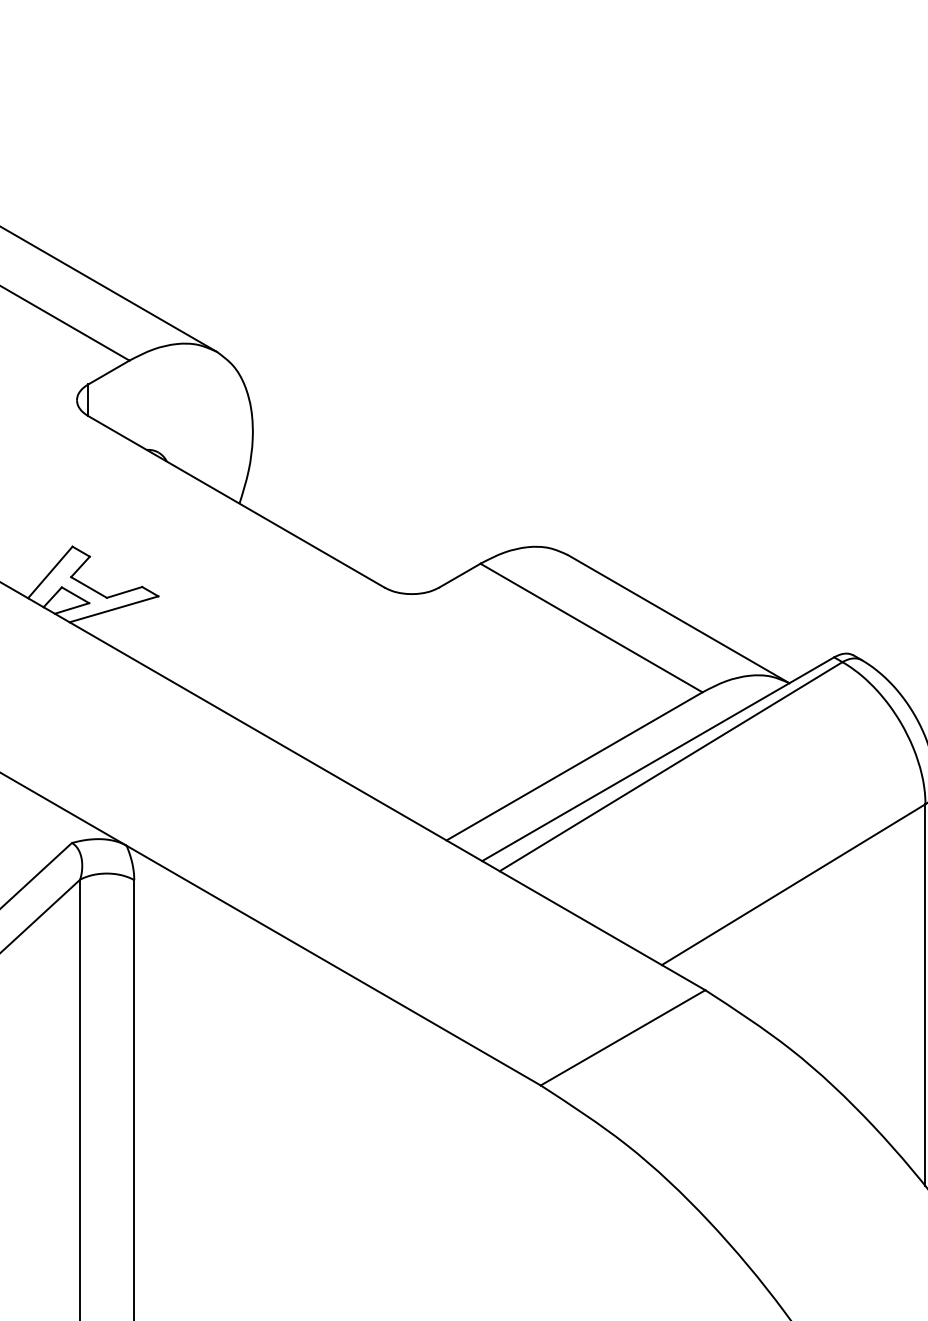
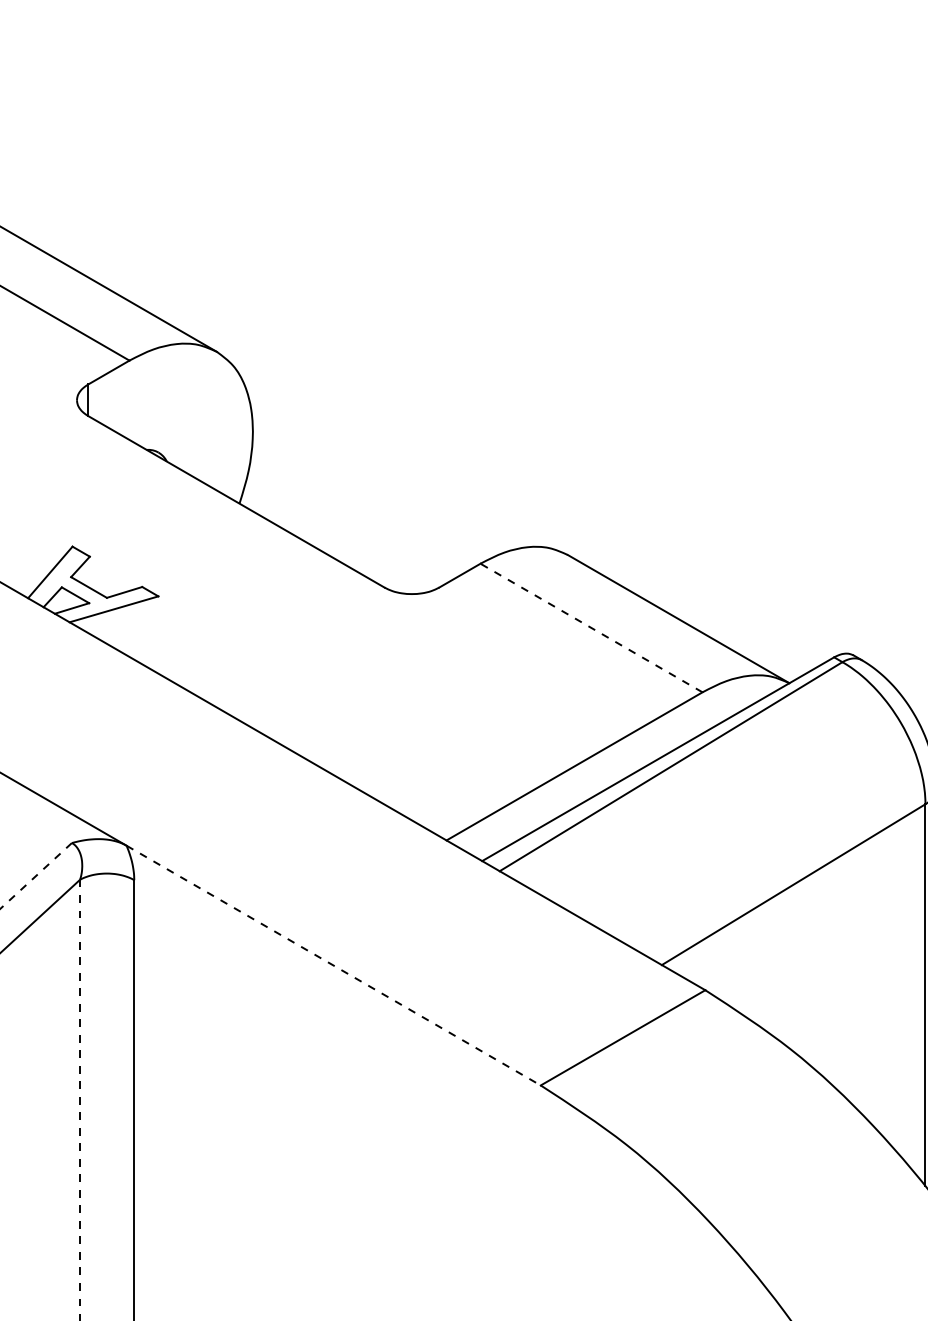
line at (591, 627): solid -> dashed
line at (35, 876): solid -> dashed
line at (334, 965): solid -> dashed
line at (80, 1100): solid -> dashed
